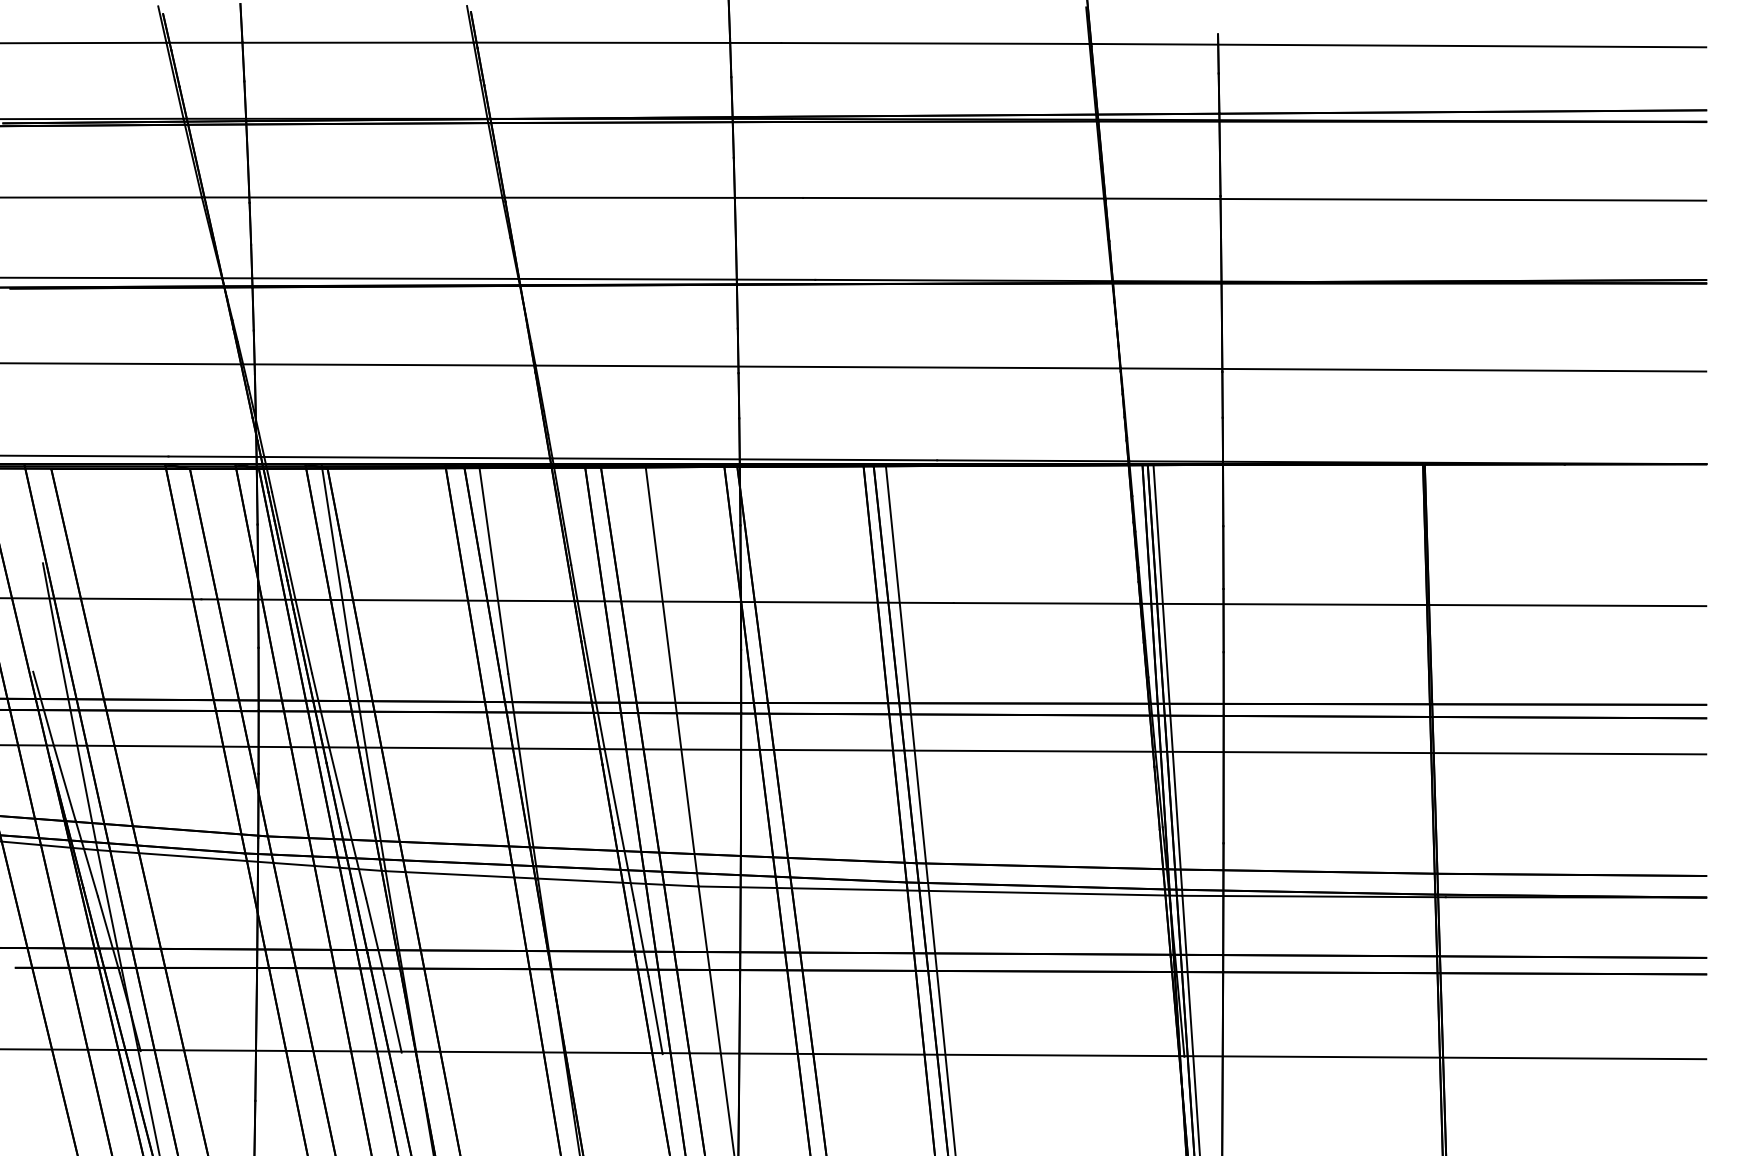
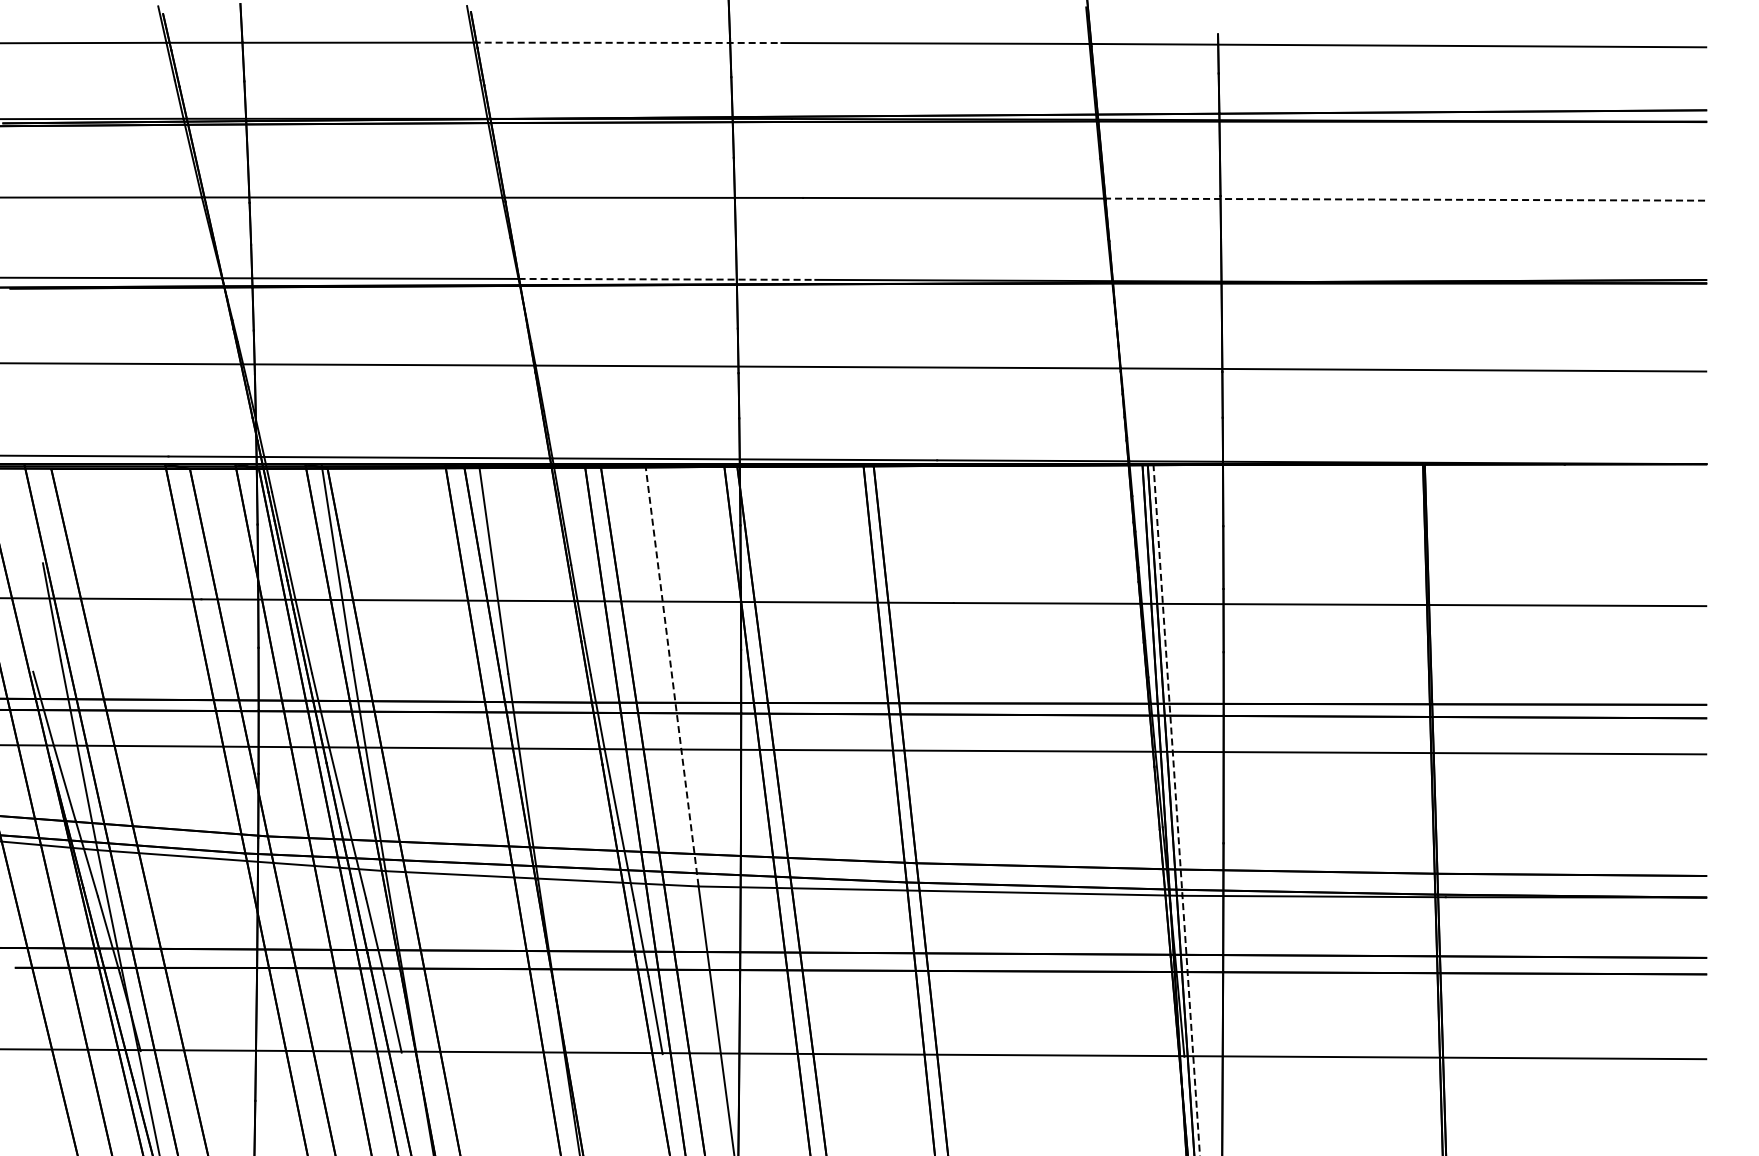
line at (627, 42): solid -> dashed
line at (1405, 199): solid -> dashed
line at (667, 279): solid -> dashed
line at (672, 675): solid -> dashed
line at (920, 808): present -> none
line at (1176, 810): solid -> dashed
